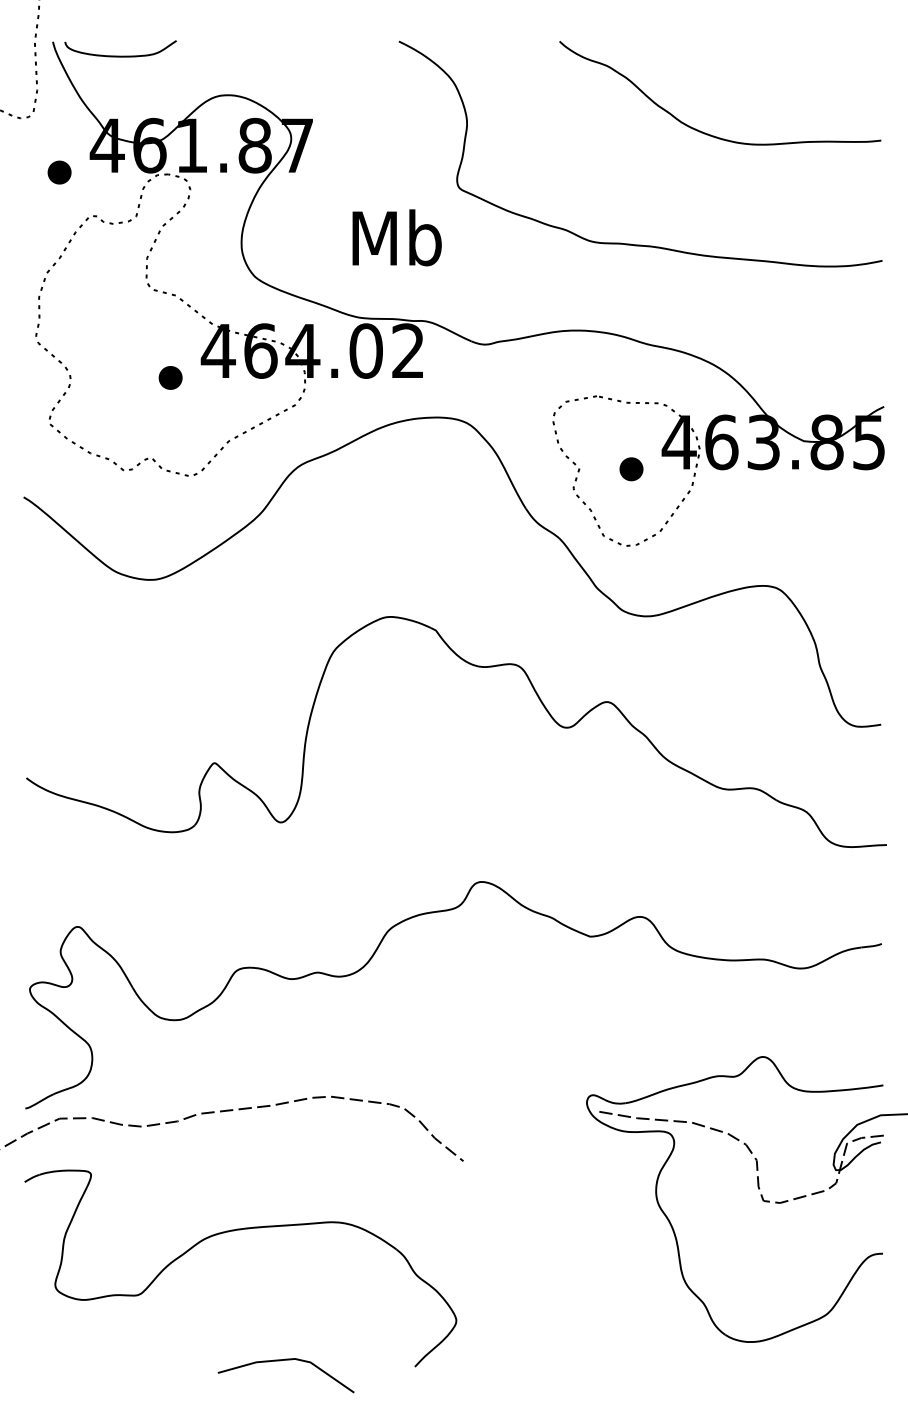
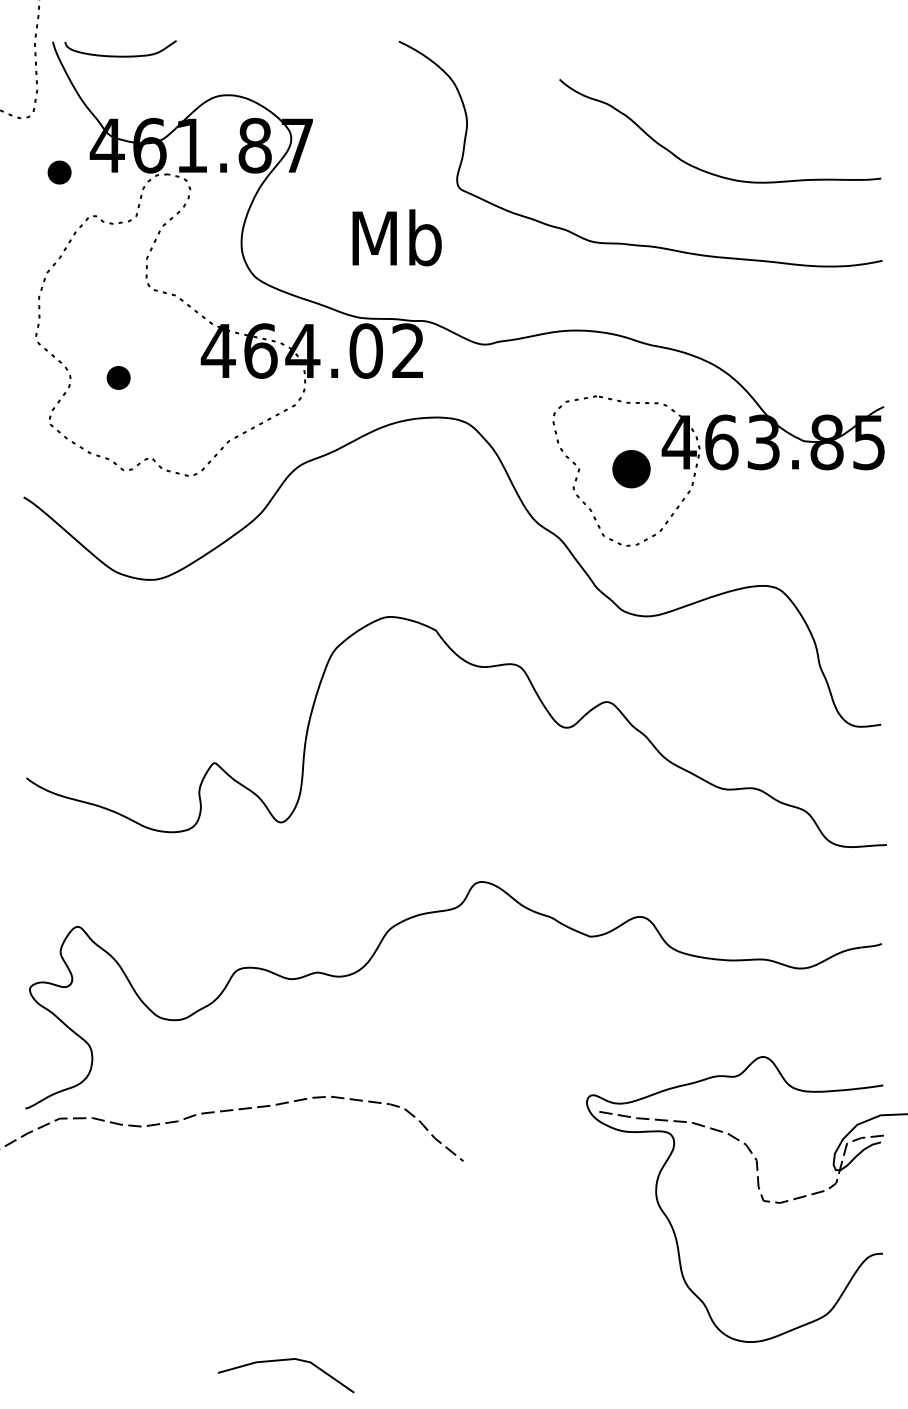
curve at (708, 133) position: (708, 133) -> (708, 171)
part at (170, 377) position: (170, 377) -> (118, 377)
part at (631, 469) size: 25x25 px -> 39x39 px
part at (234, 1231): present -> none
